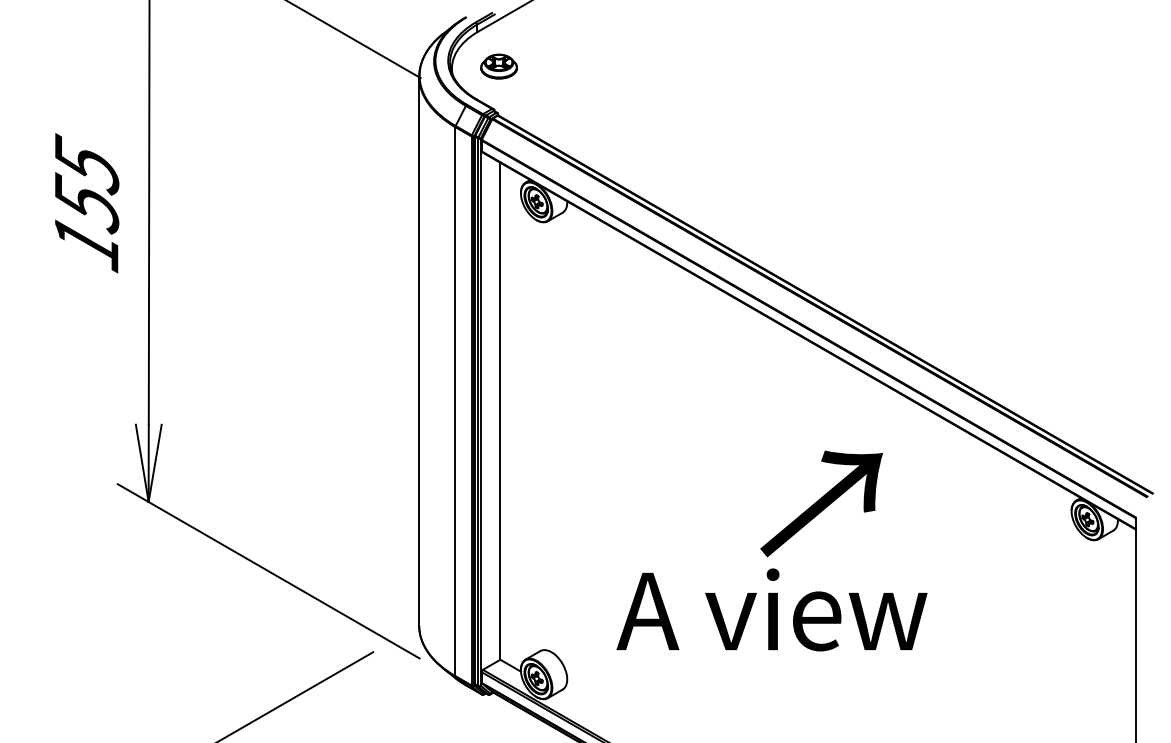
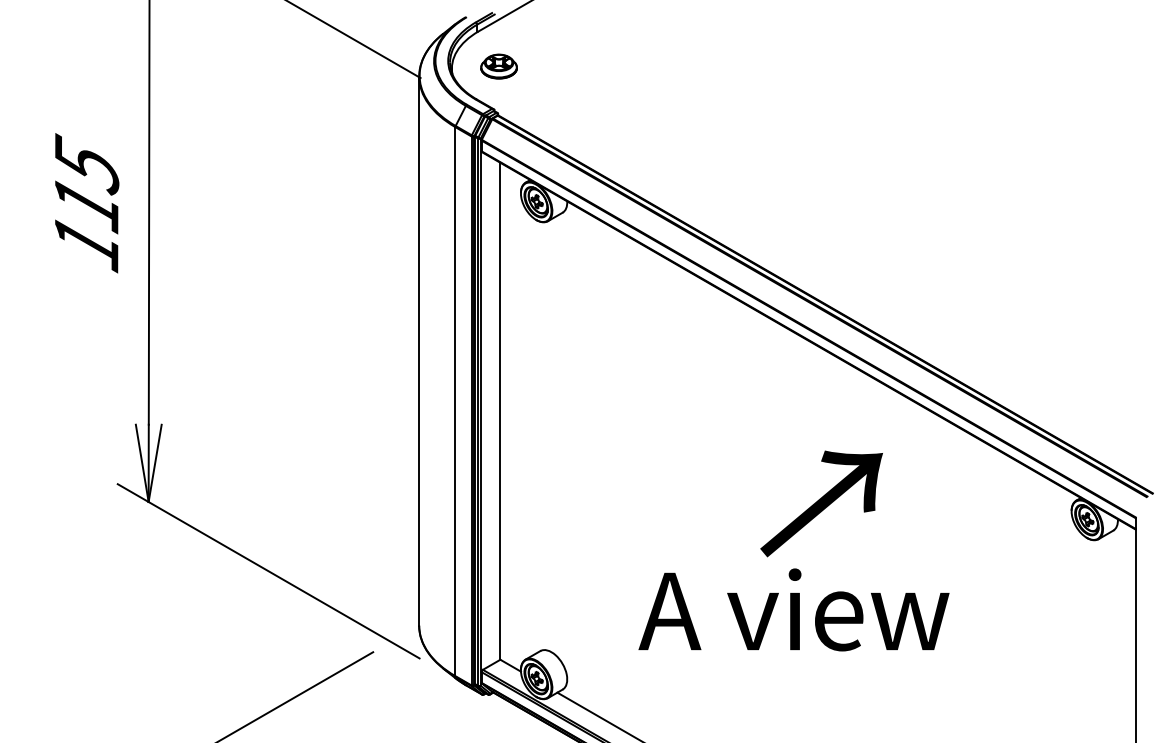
text at (87, 203): 155 -> 115
text at (771, 609) position: (771, 609) -> (793, 609)
line at (597, 715): none -> present
